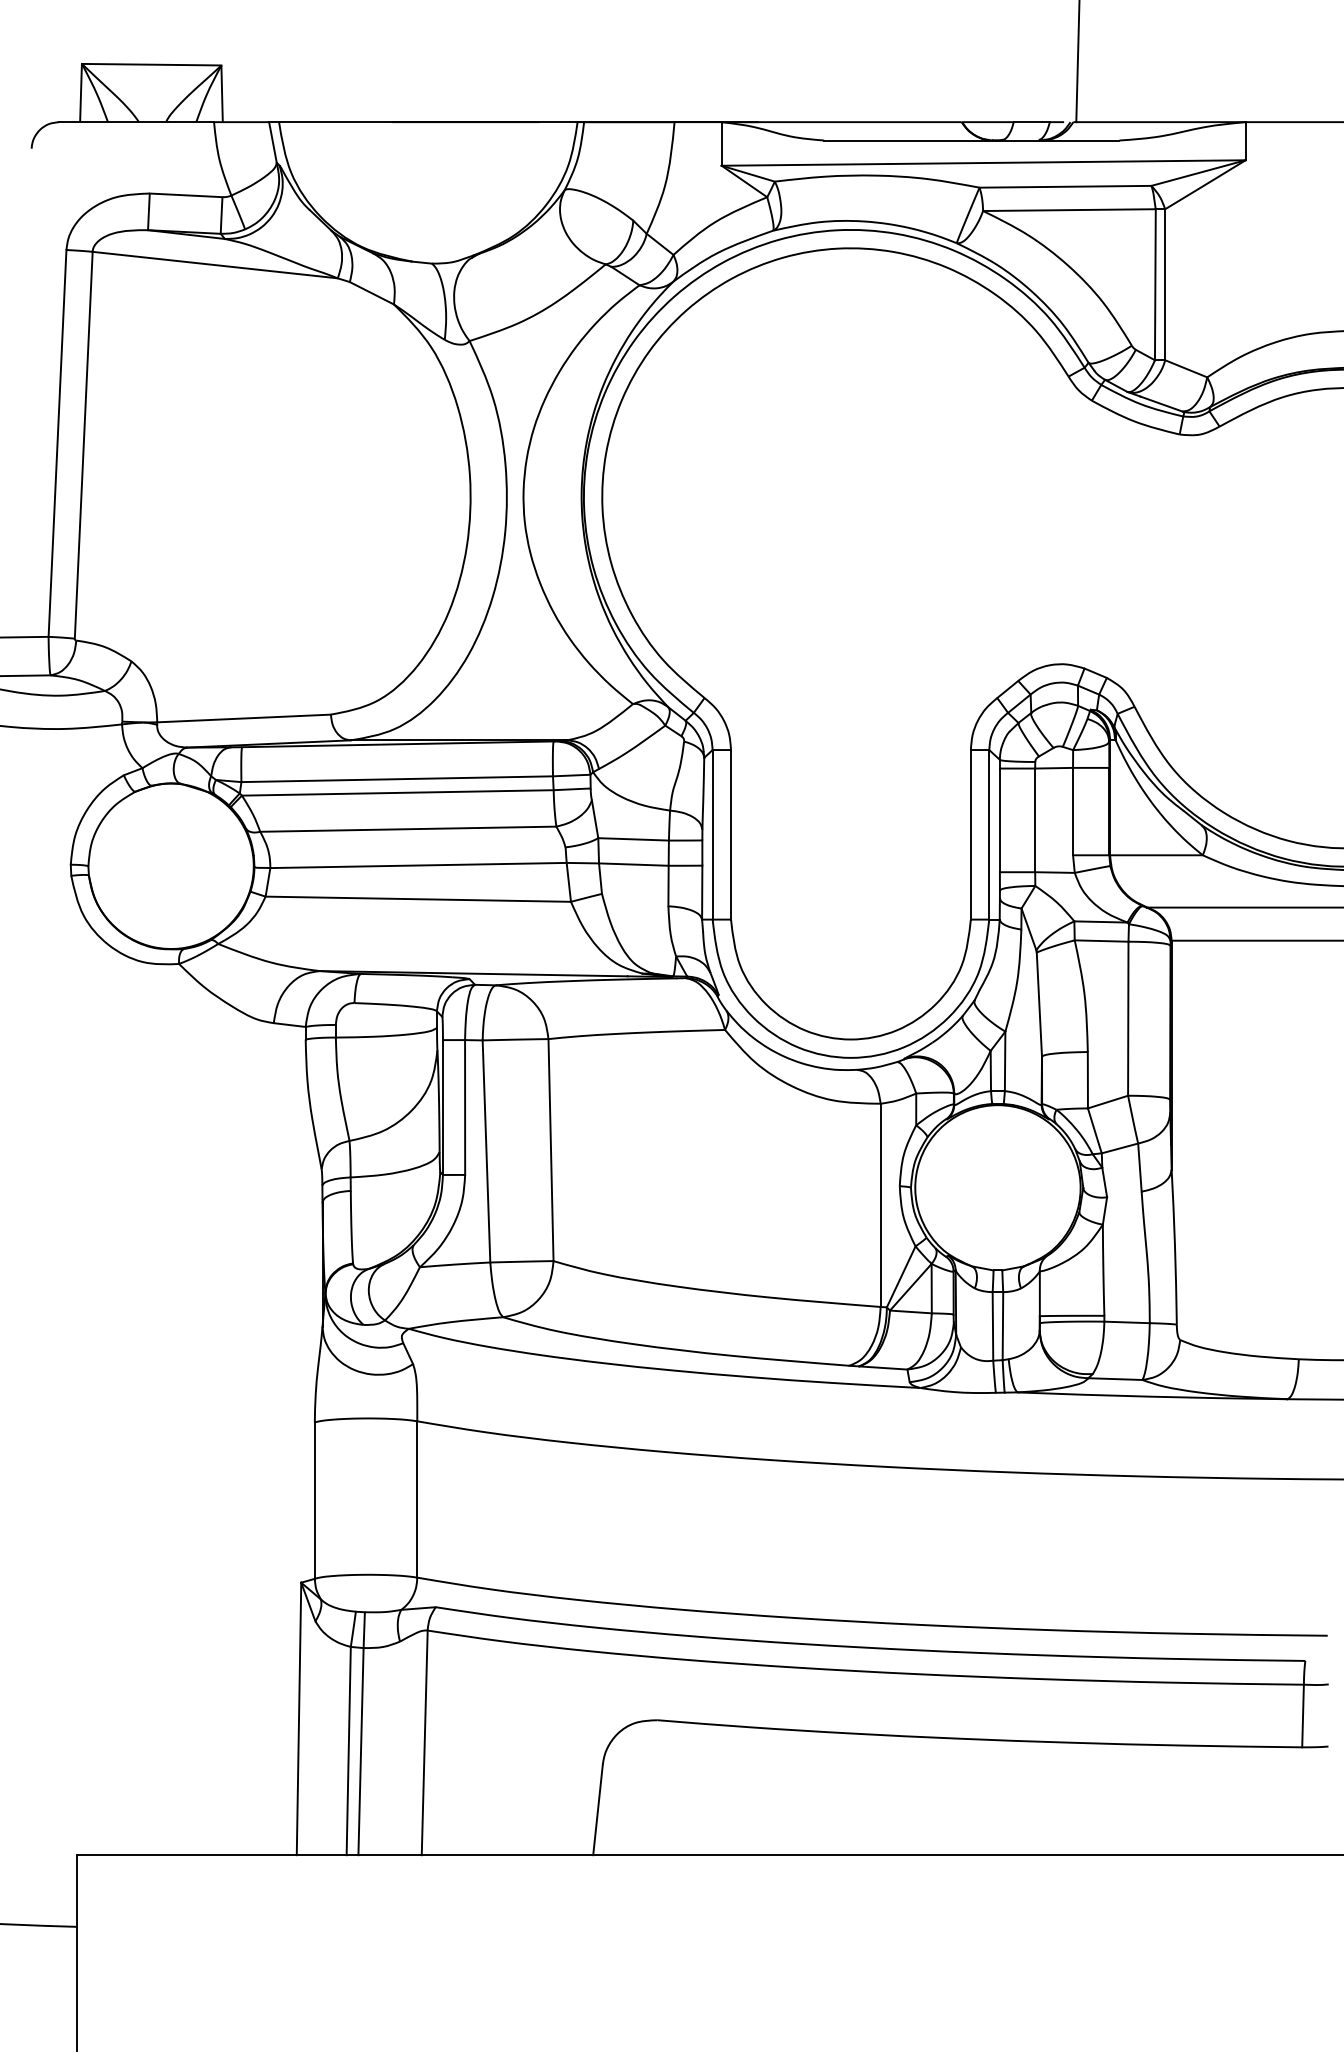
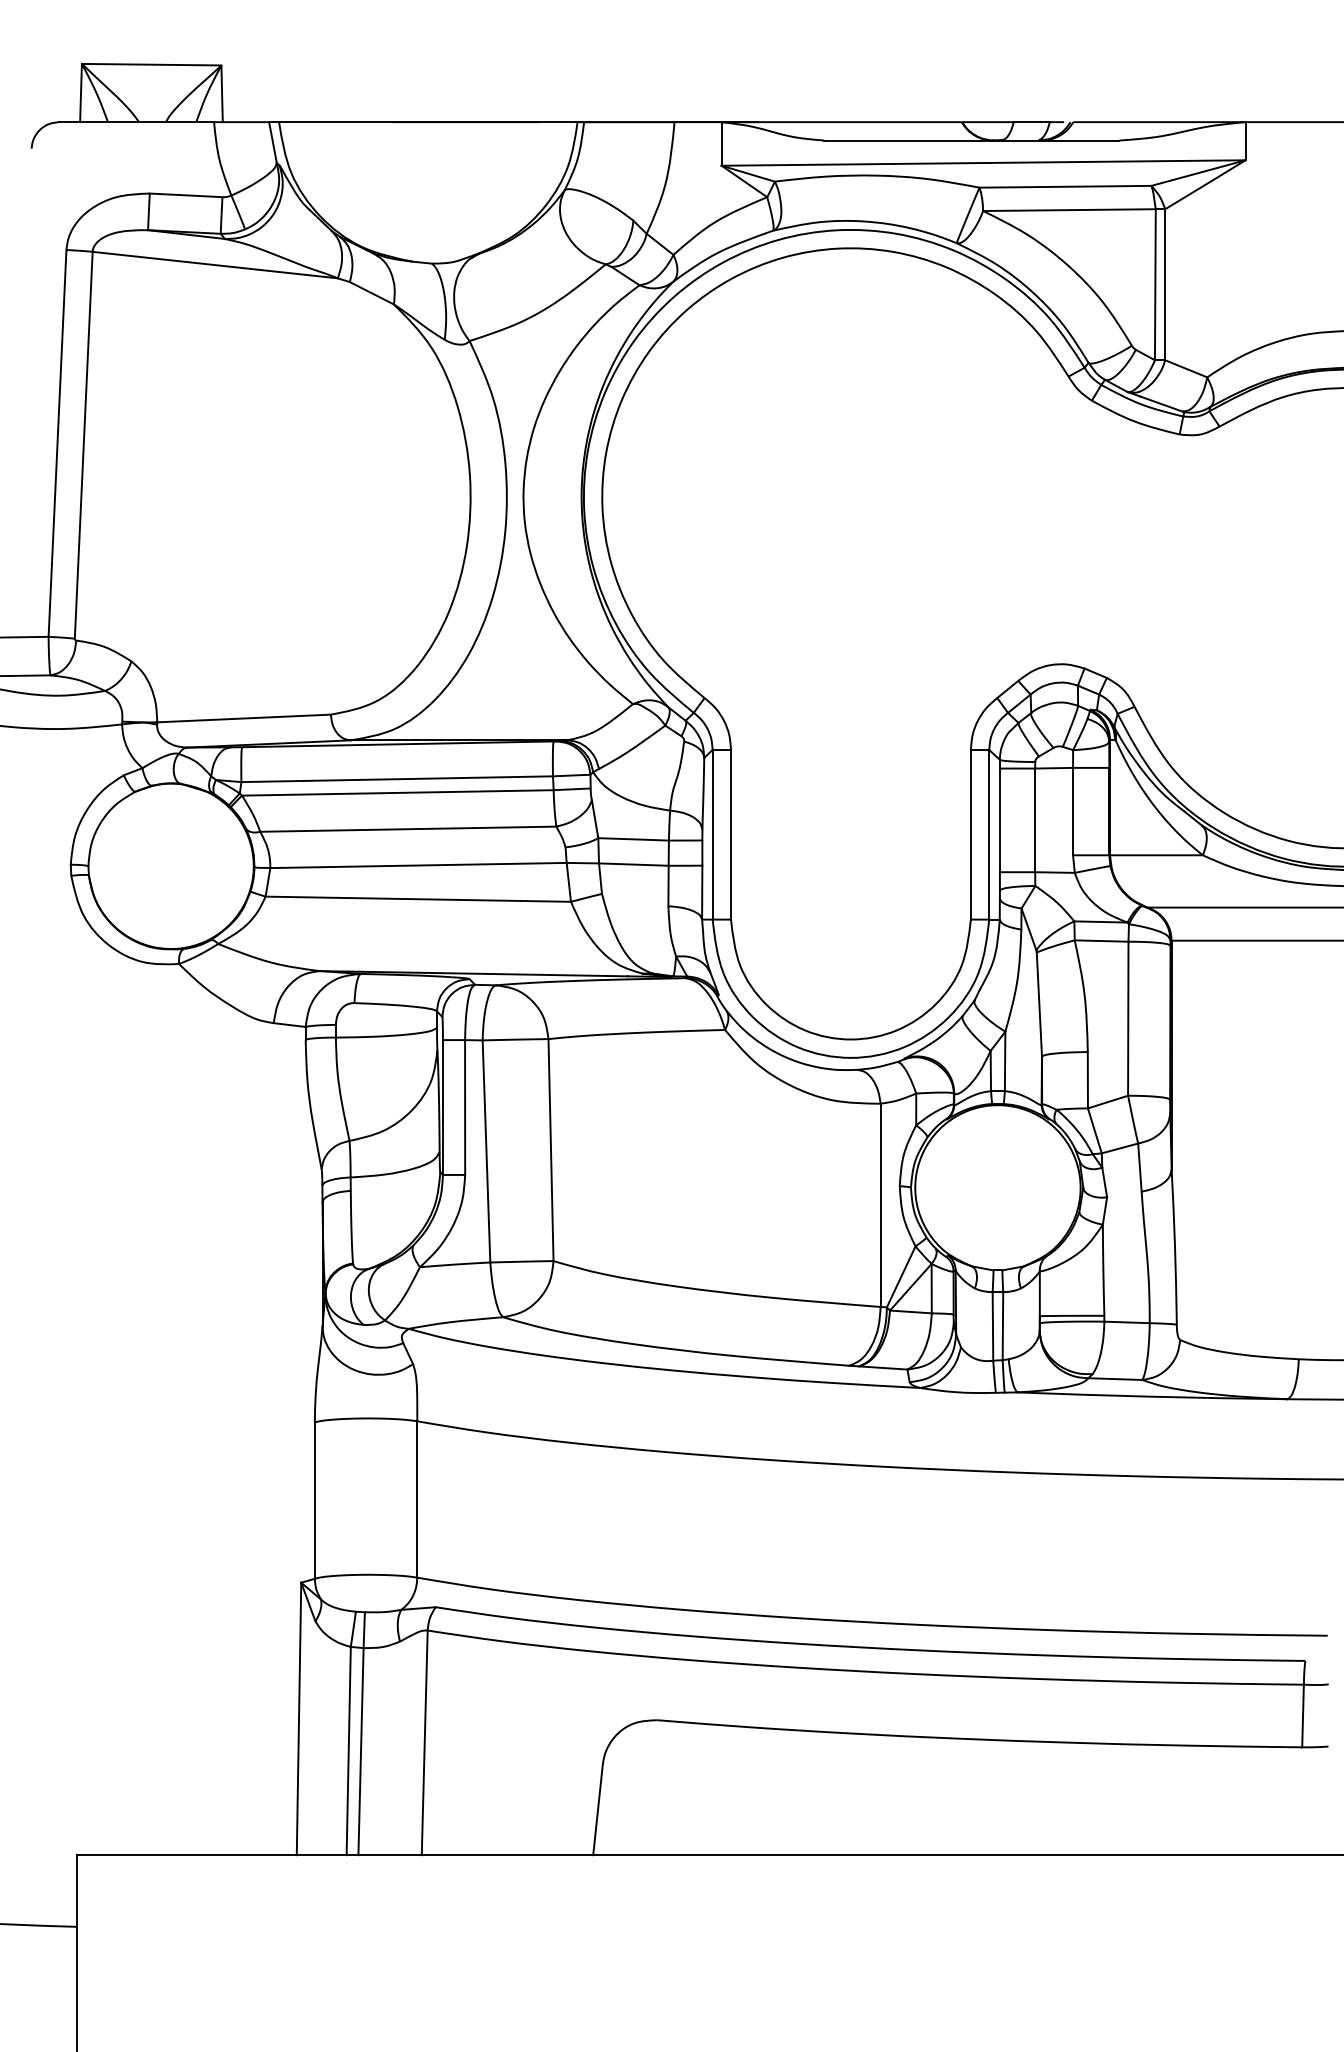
line at (1077, 62): present -> none
